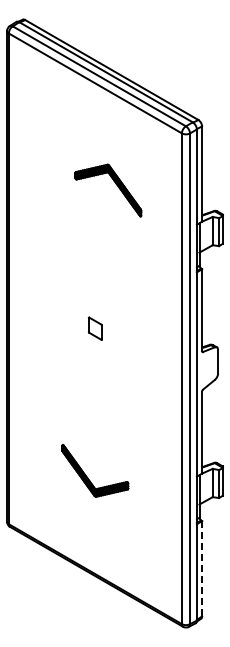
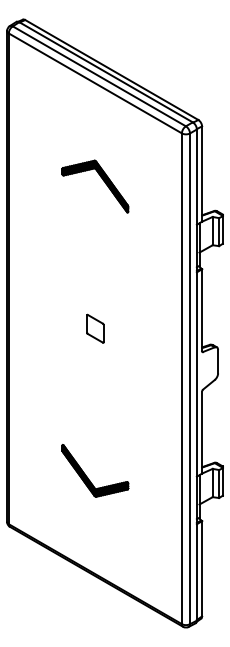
part at (115, 184) position: (115, 184) -> (102, 180)
part at (95, 328) size: 15x25 px -> 19x31 px
line at (202, 568): dashed -> solid
